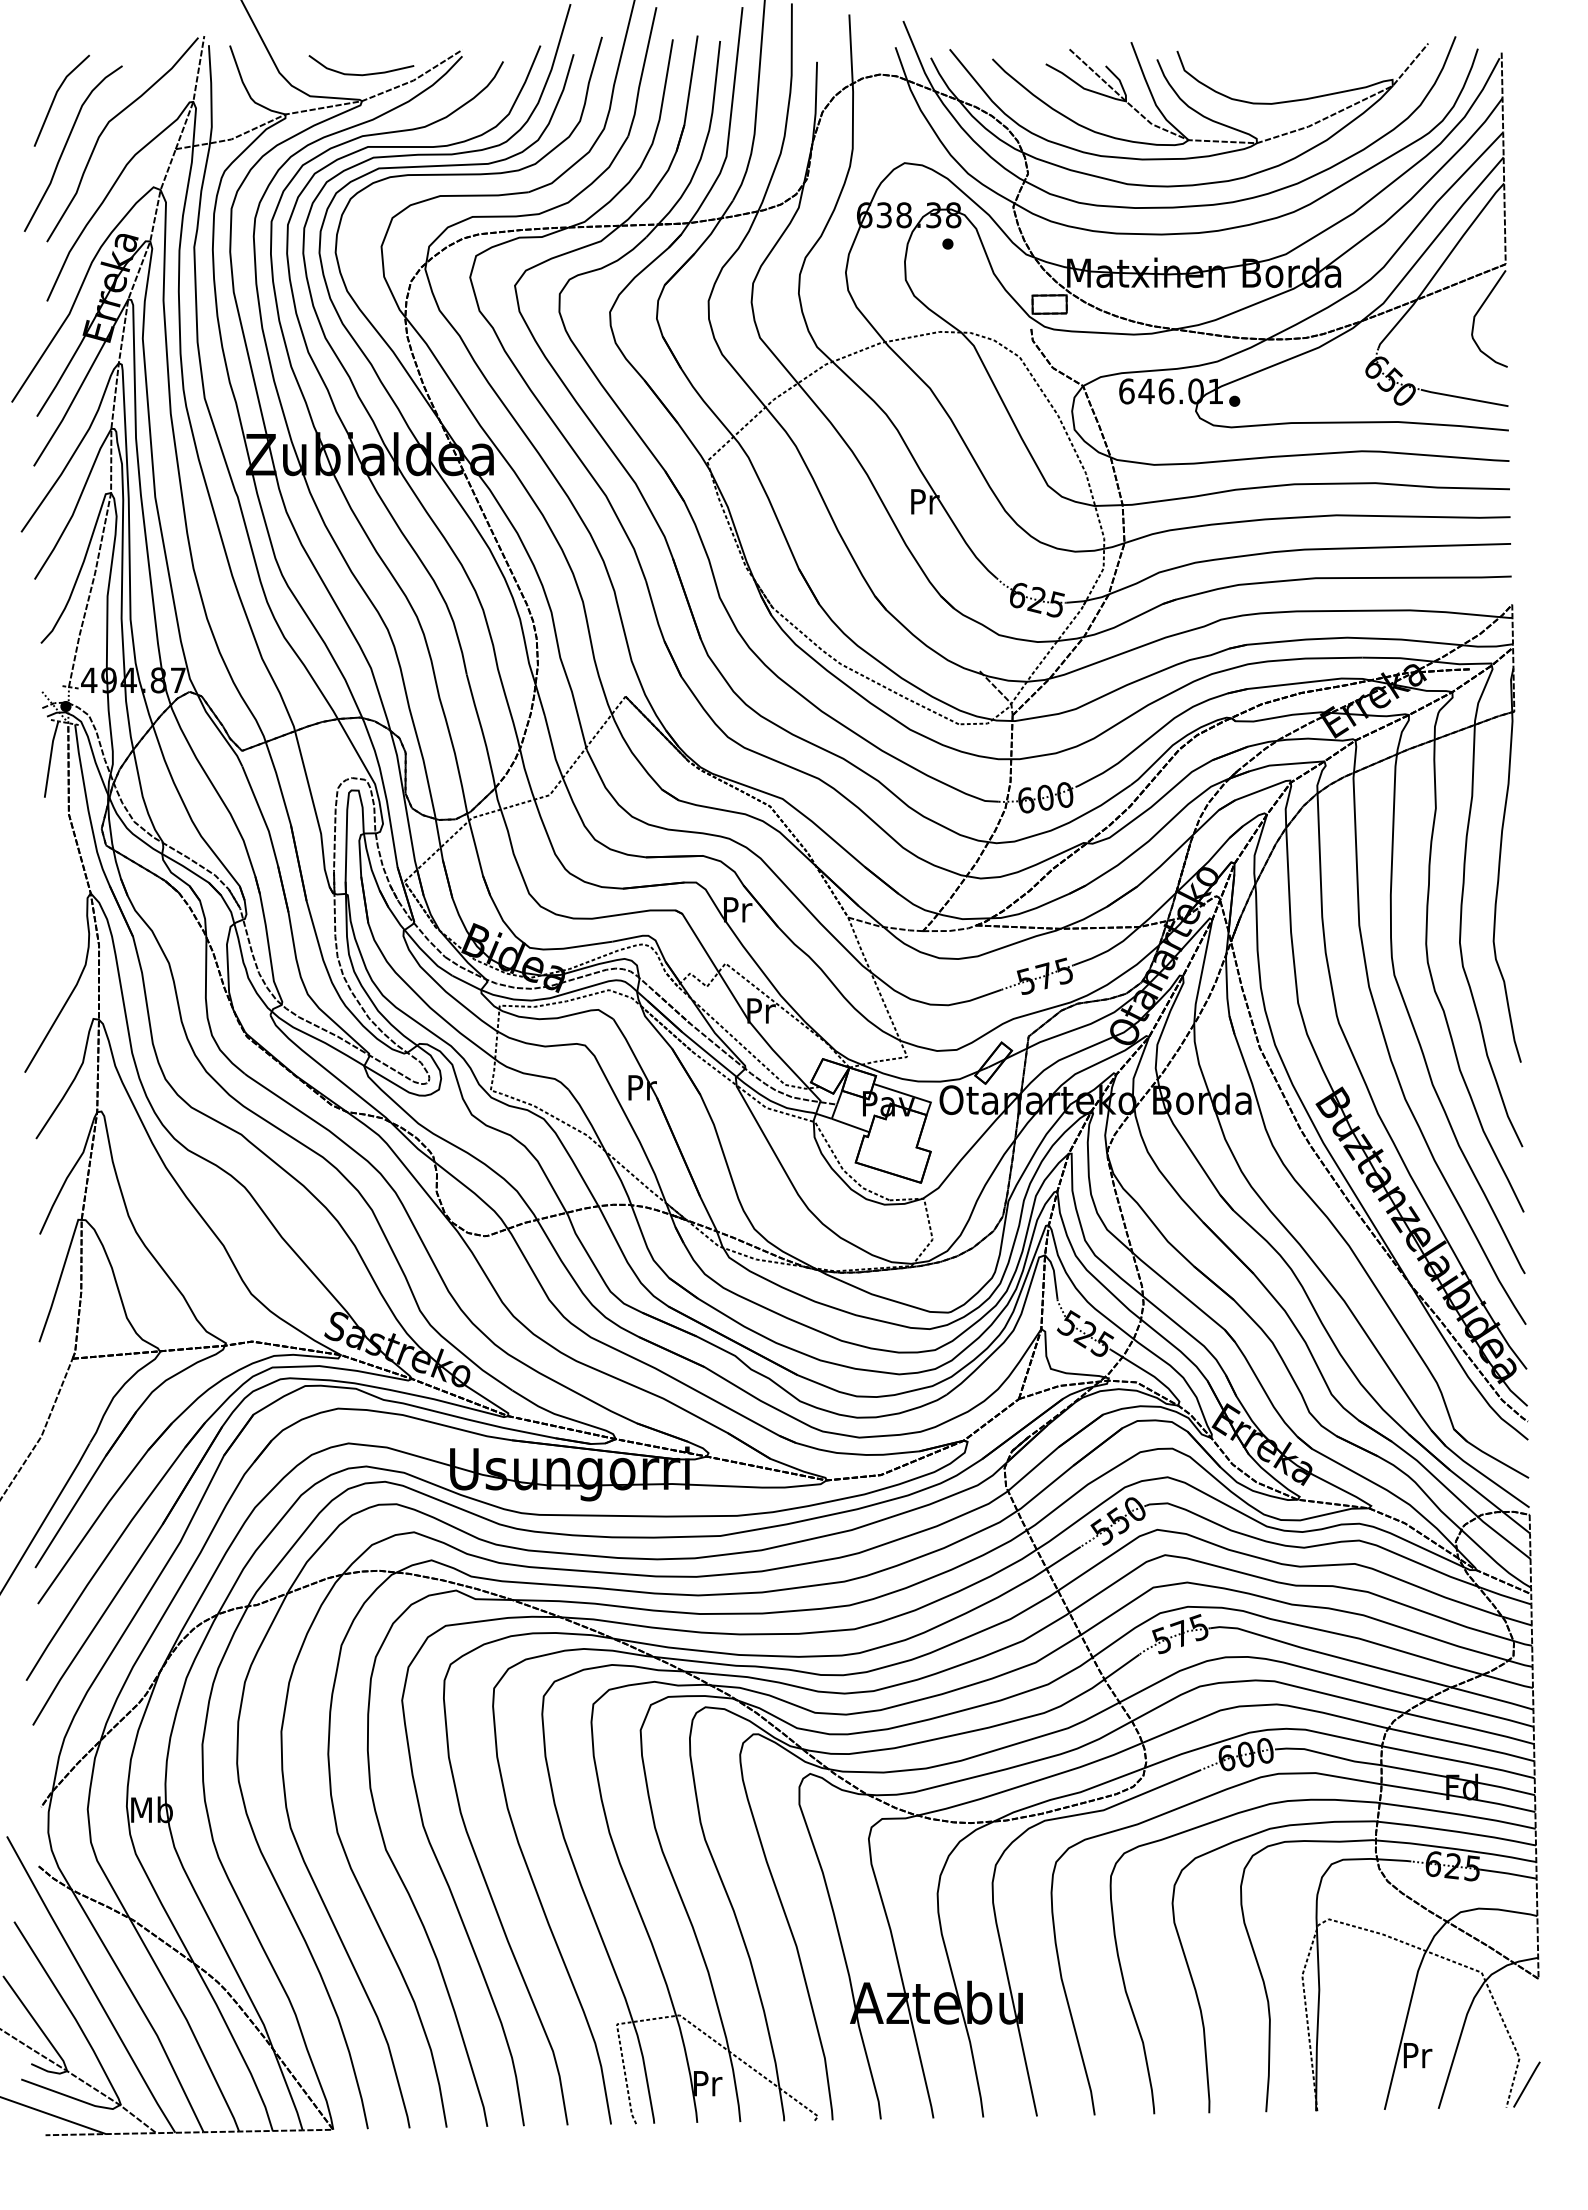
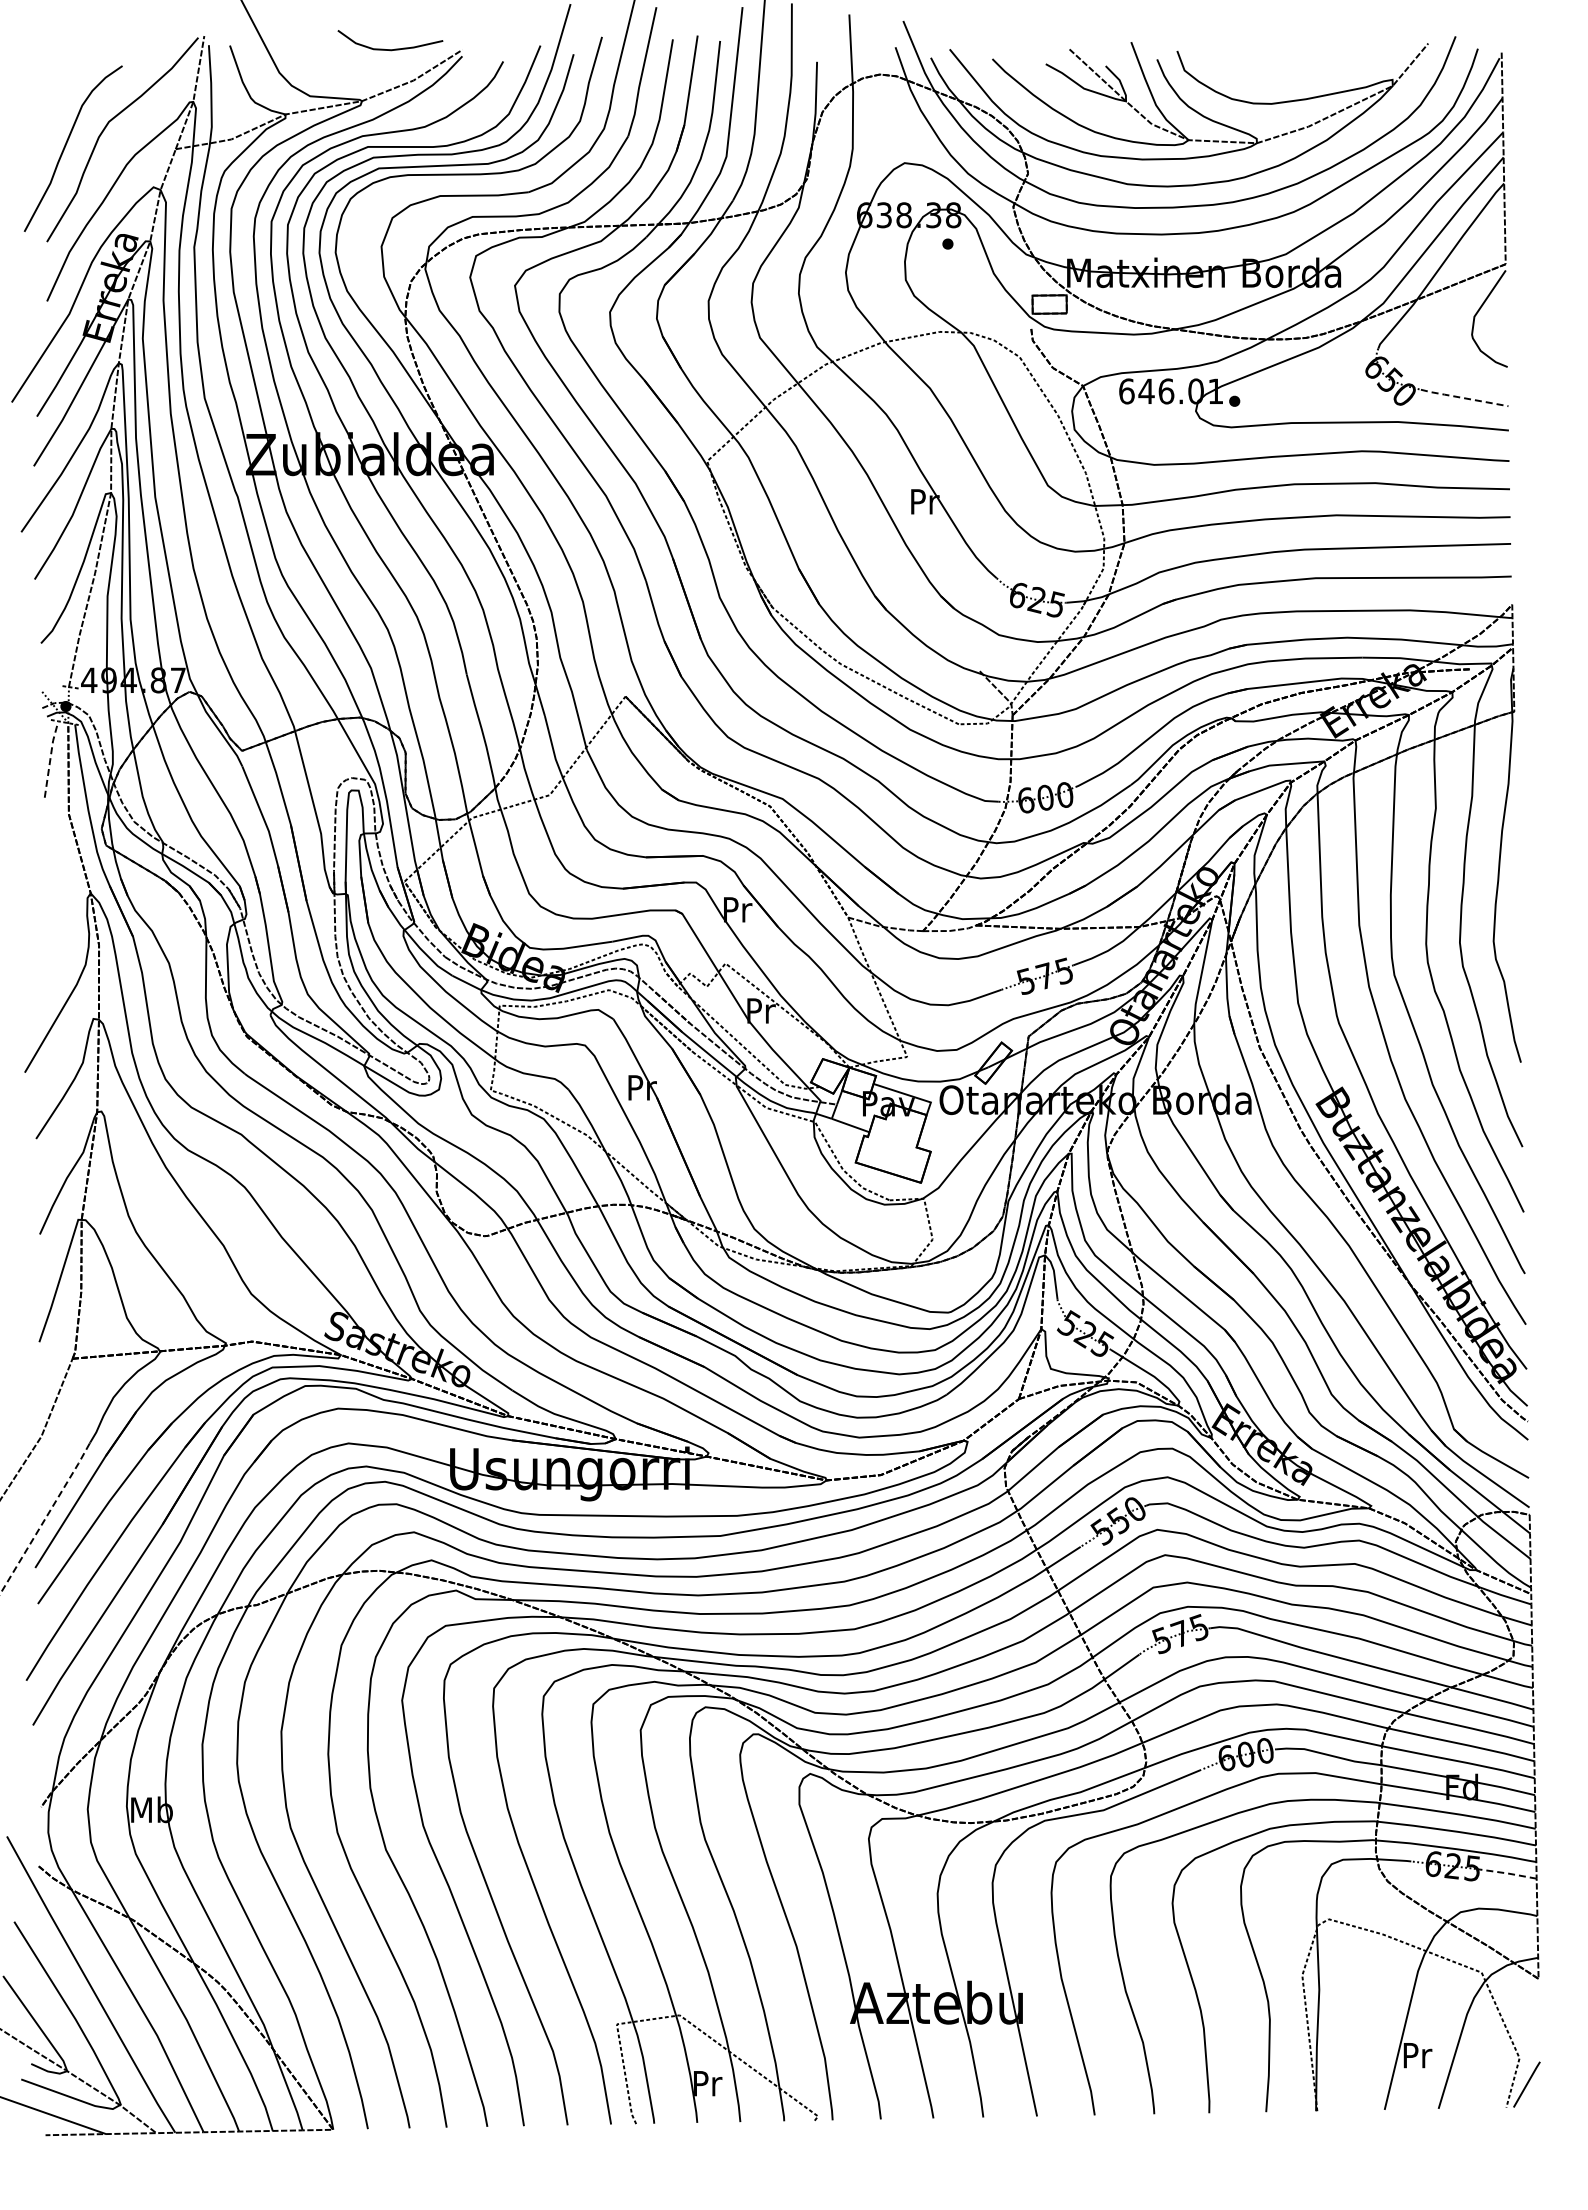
curve at (361, 74) position: (361, 74) -> (390, 49)
line at (55, 98): present -> none
line at (1463, 398): solid -> dashed
line at (50, 757): solid -> dashed
line at (45, 1518): solid -> dashed
line at (1507, 1873): solid -> dashed
